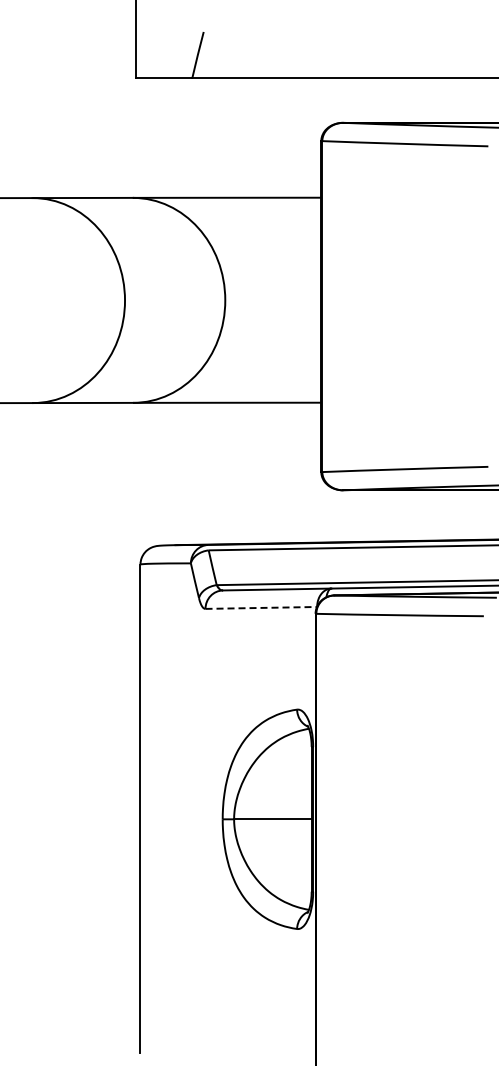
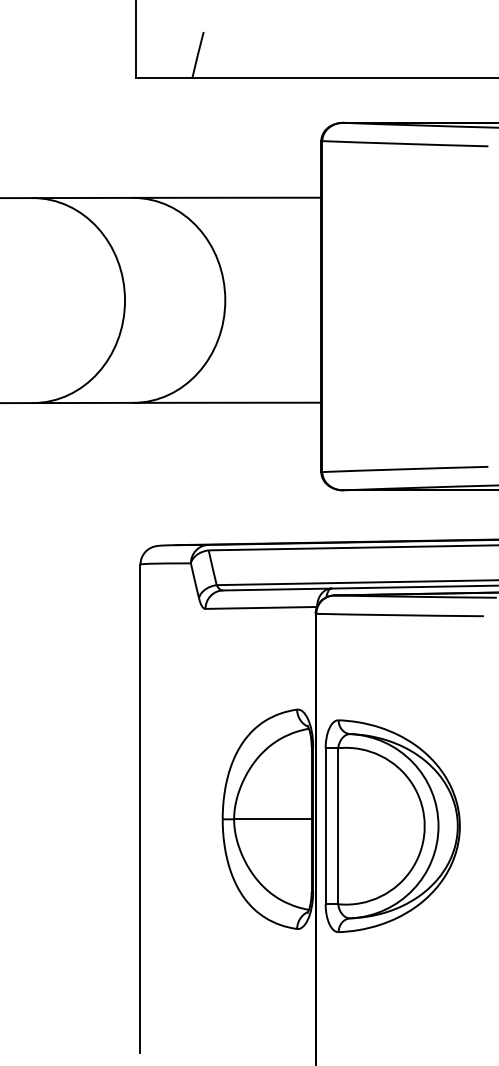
line at (261, 607): dashed -> solid
part at (392, 826): none -> present
